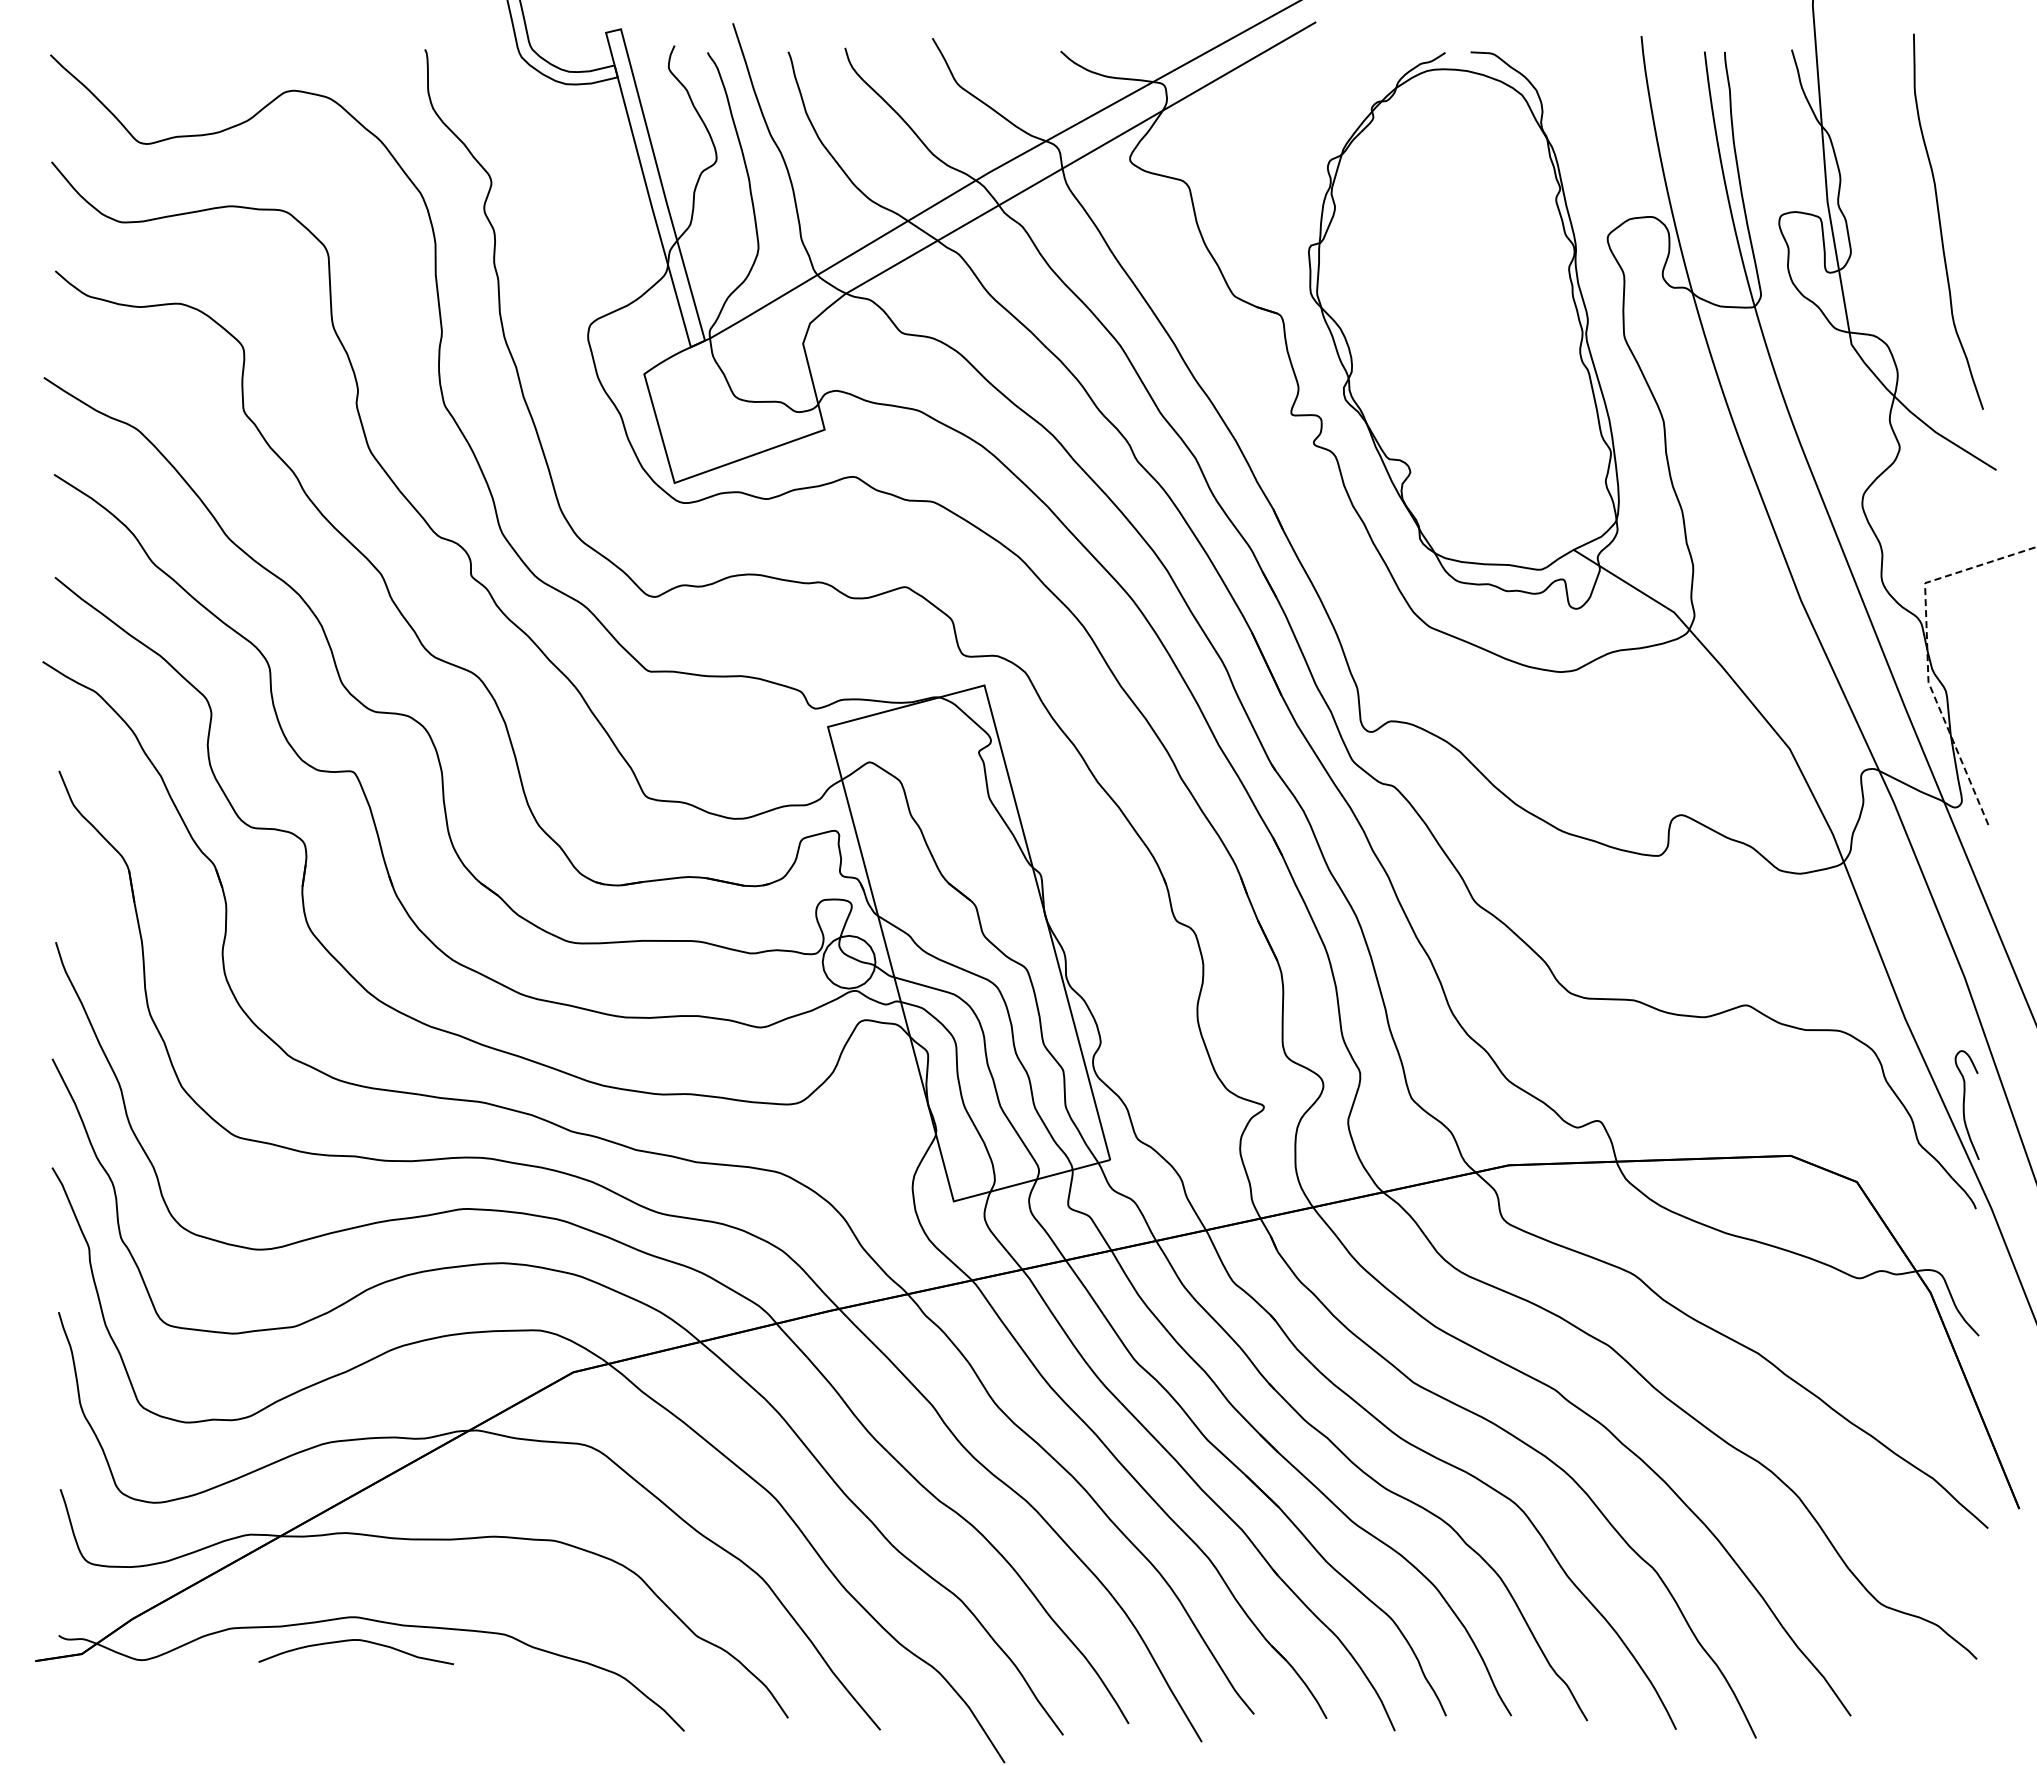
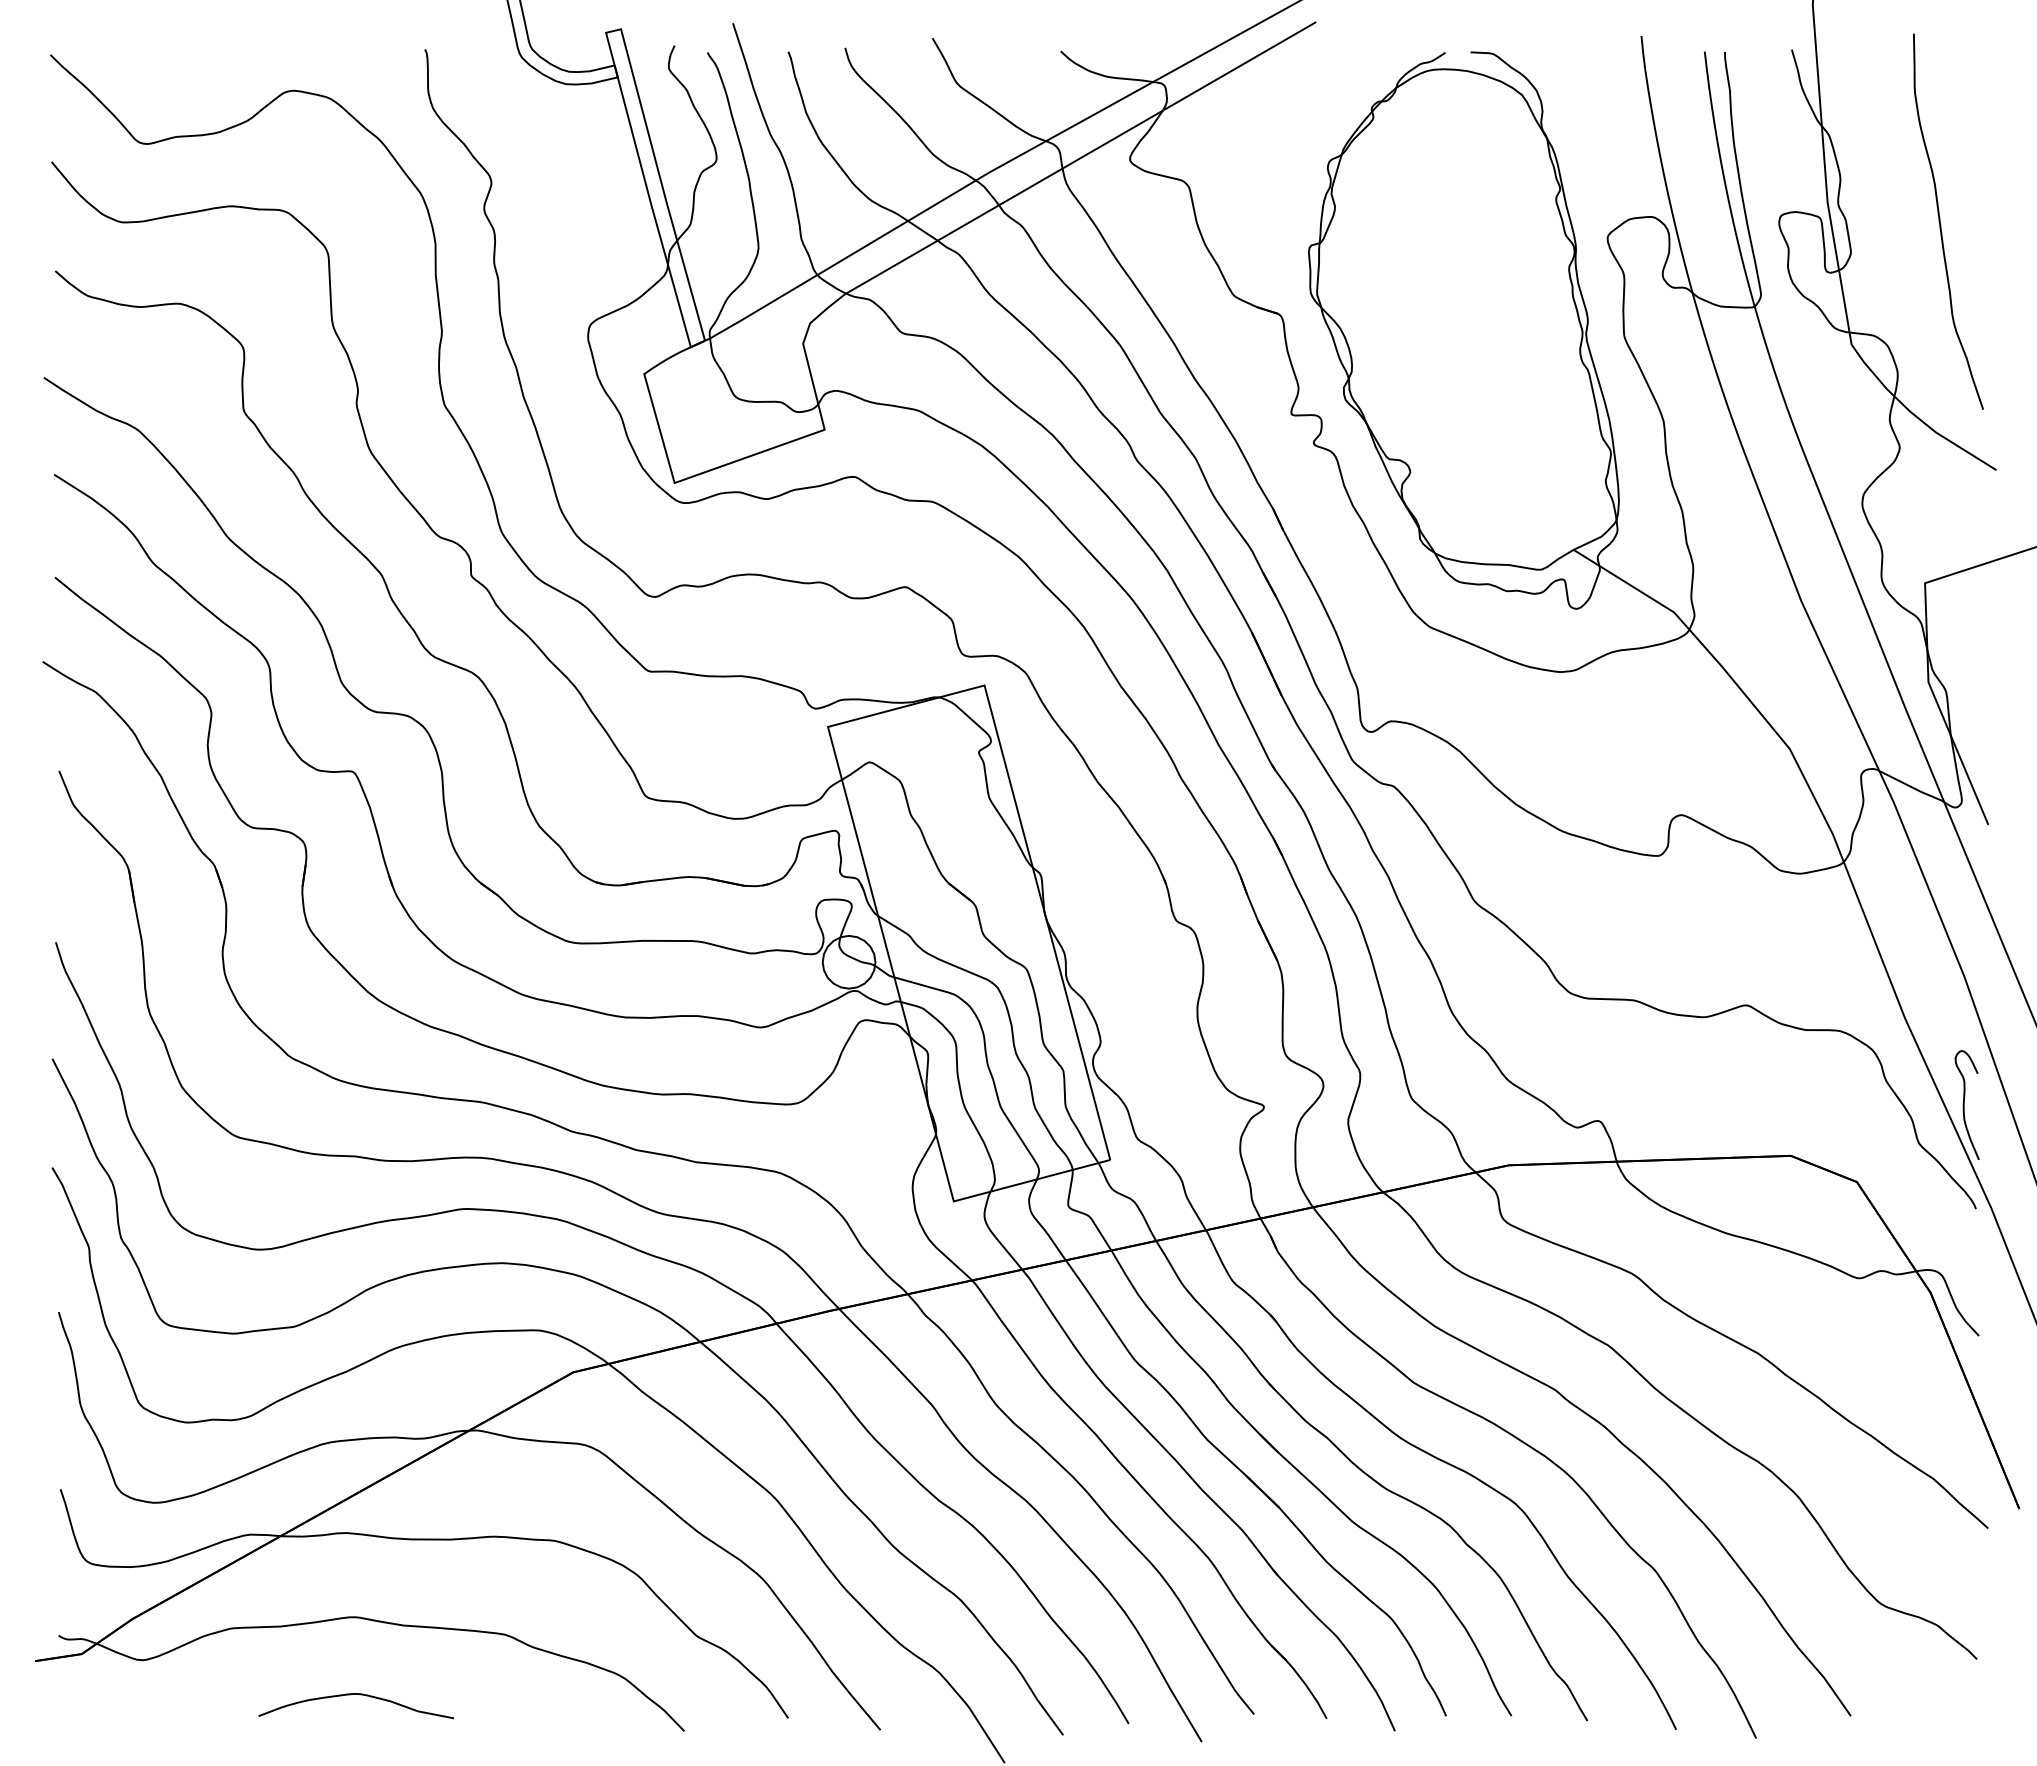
line at (1927, 651): dashed -> solid
curve at (351, 1641) position: (351, 1641) -> (351, 1695)
